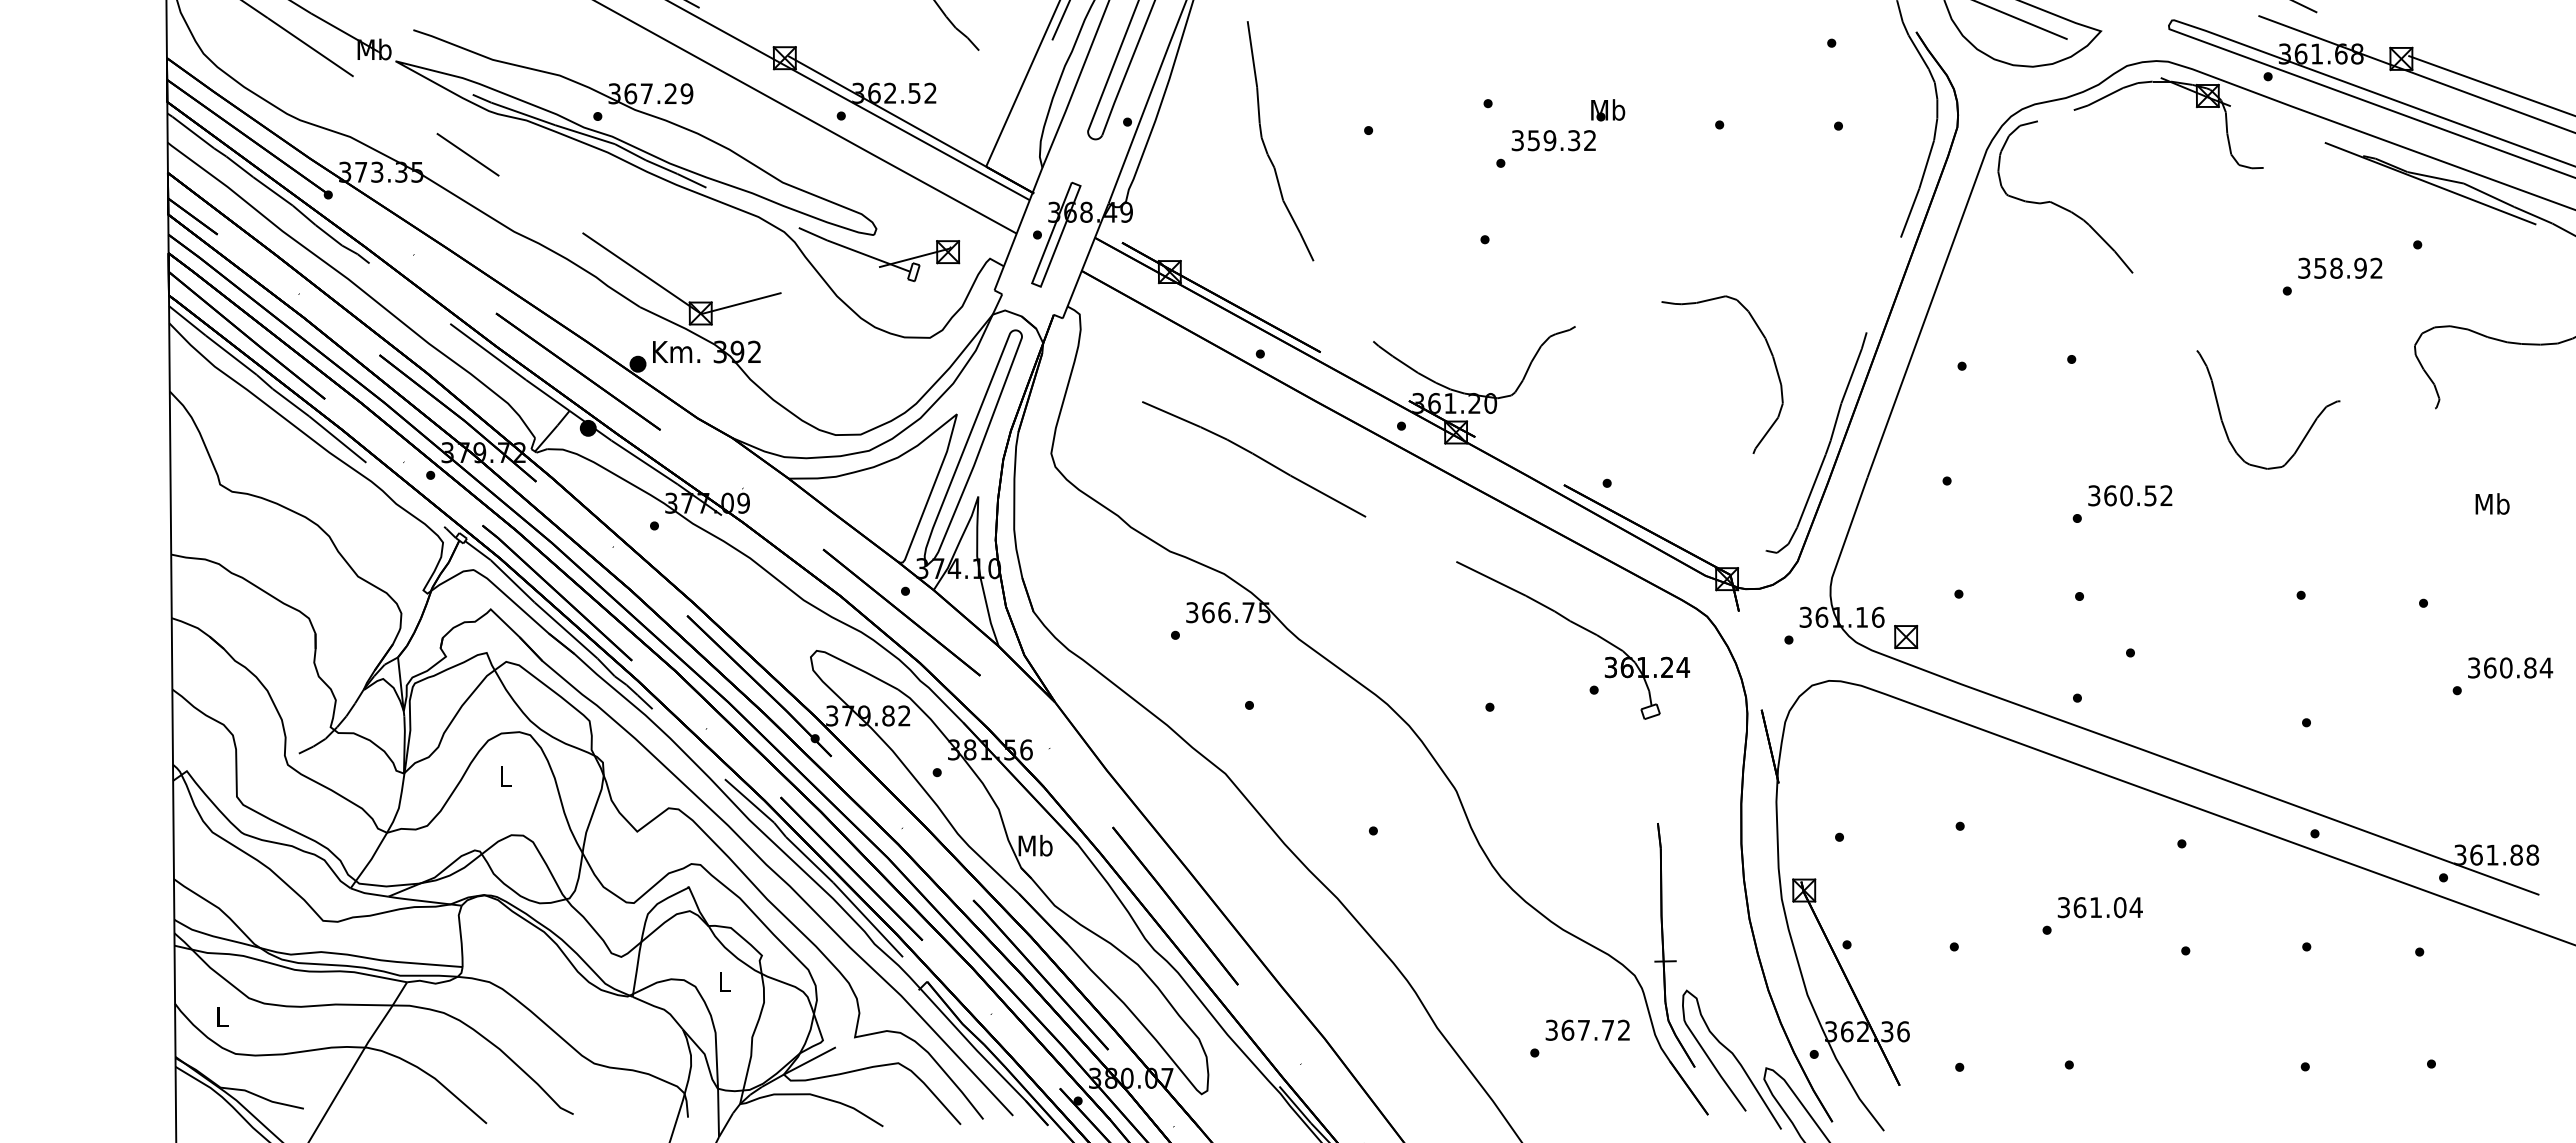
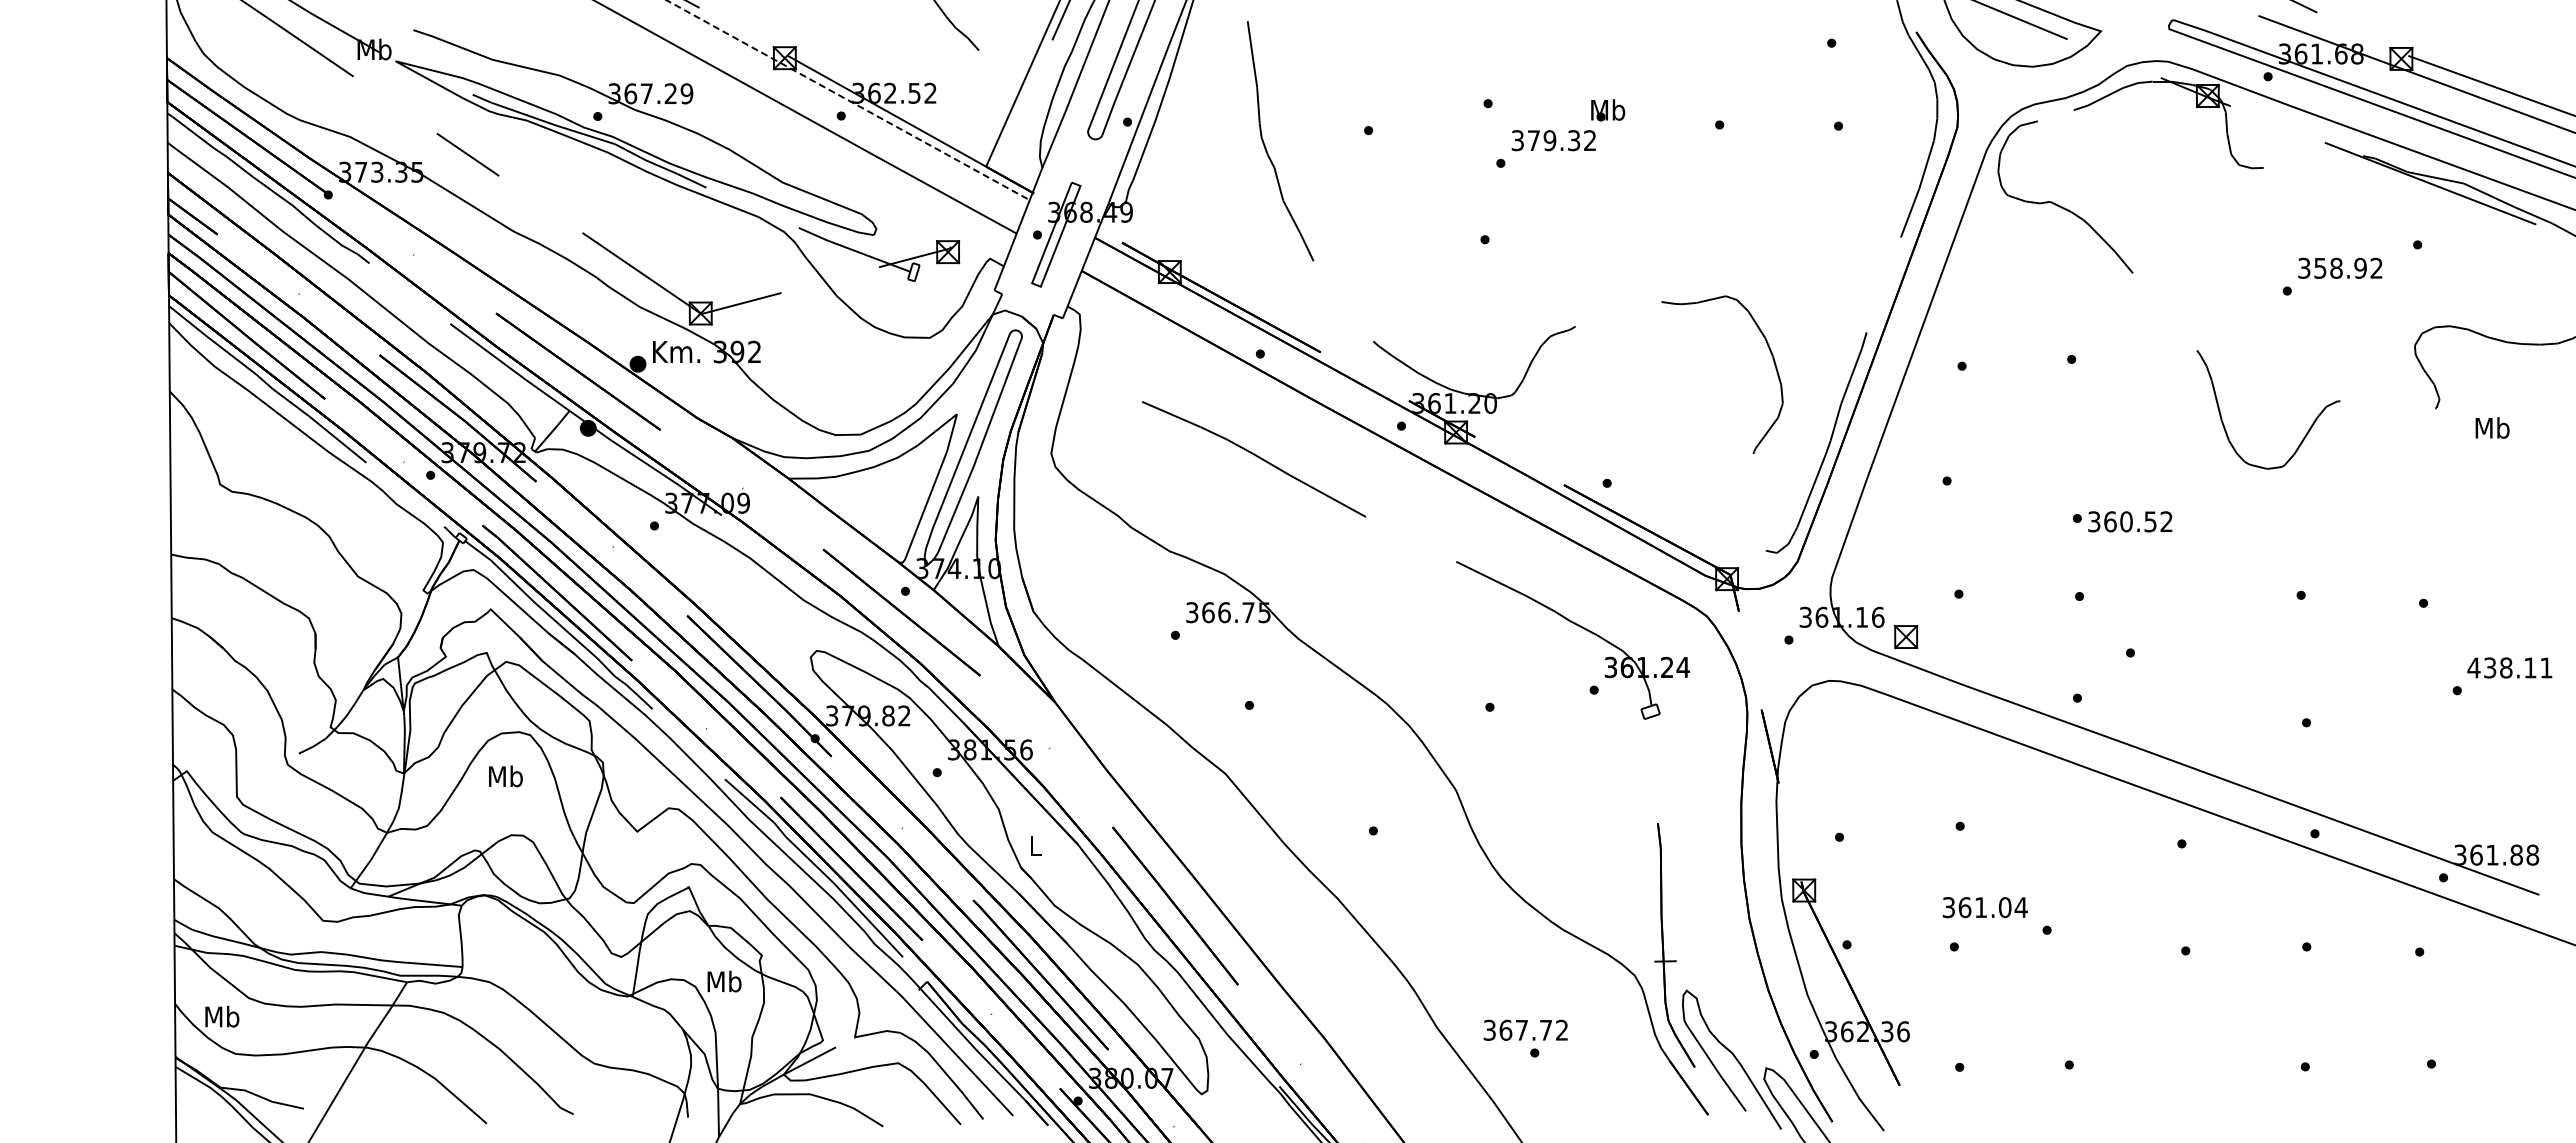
line at (847, 100): solid -> dashed
text at (1533, 140): 359.32 -> 379.32
text at (2130, 495) position: (2130, 495) -> (2130, 521)
text at (2492, 503) position: (2492, 503) -> (2492, 427)
text at (2510, 667): 360.84 -> 438.11
text at (505, 776): L -> Mb
text at (1035, 845): Mb -> L
text at (2099, 907) position: (2099, 907) -> (1984, 907)
text at (724, 981): L -> Mb
text at (222, 1016): L -> Mb
text at (1587, 1029) position: (1587, 1029) -> (1525, 1029)
